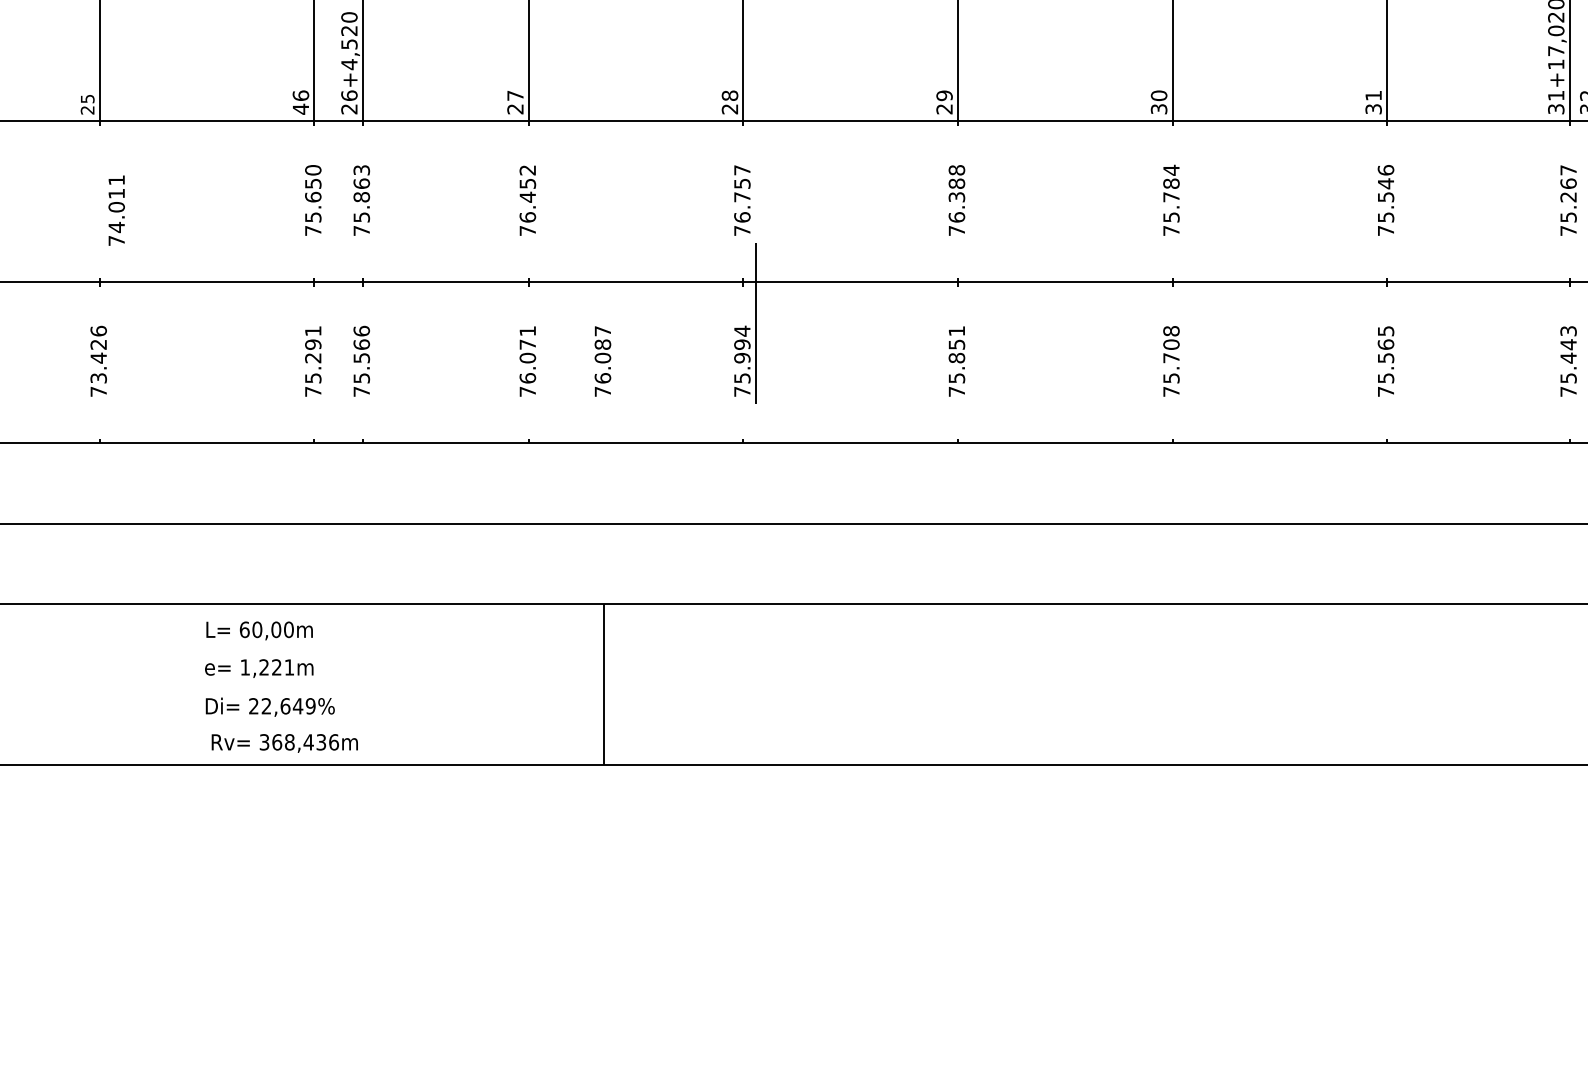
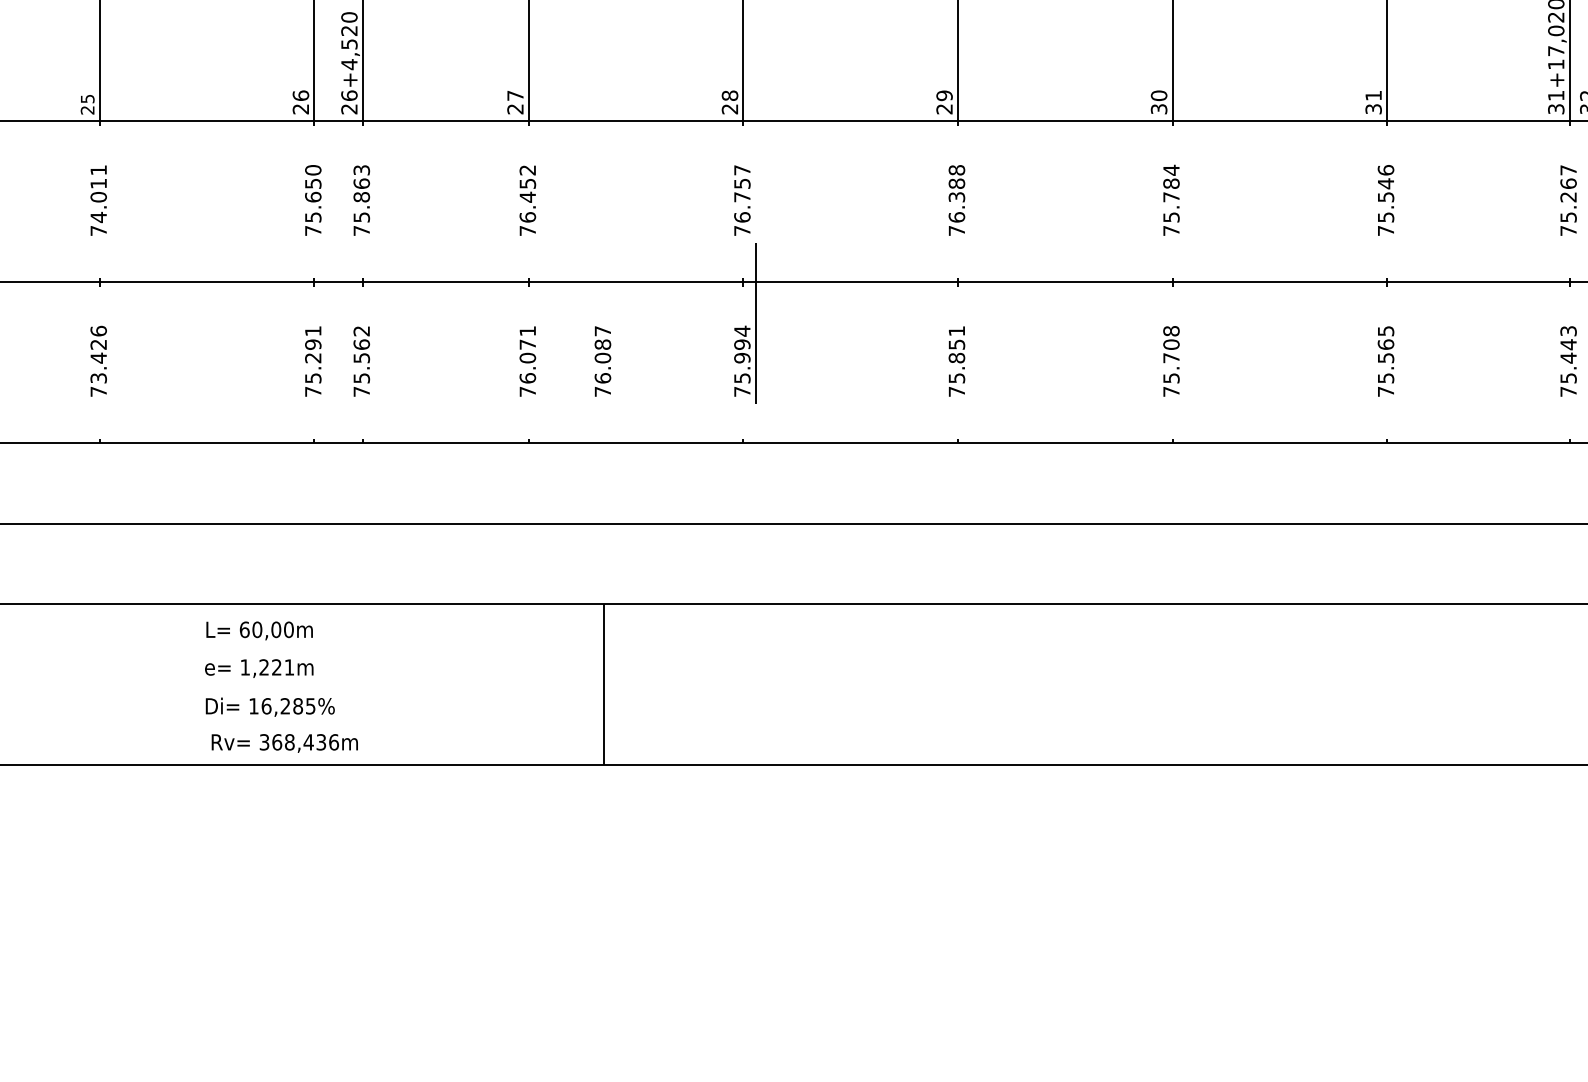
text at (300, 108): 46 -> 26
text at (116, 210) position: (116, 210) -> (98, 200)
text at (361, 330): 75.566 -> 75.562
text at (282, 706): 22,649% -> 16,285%
